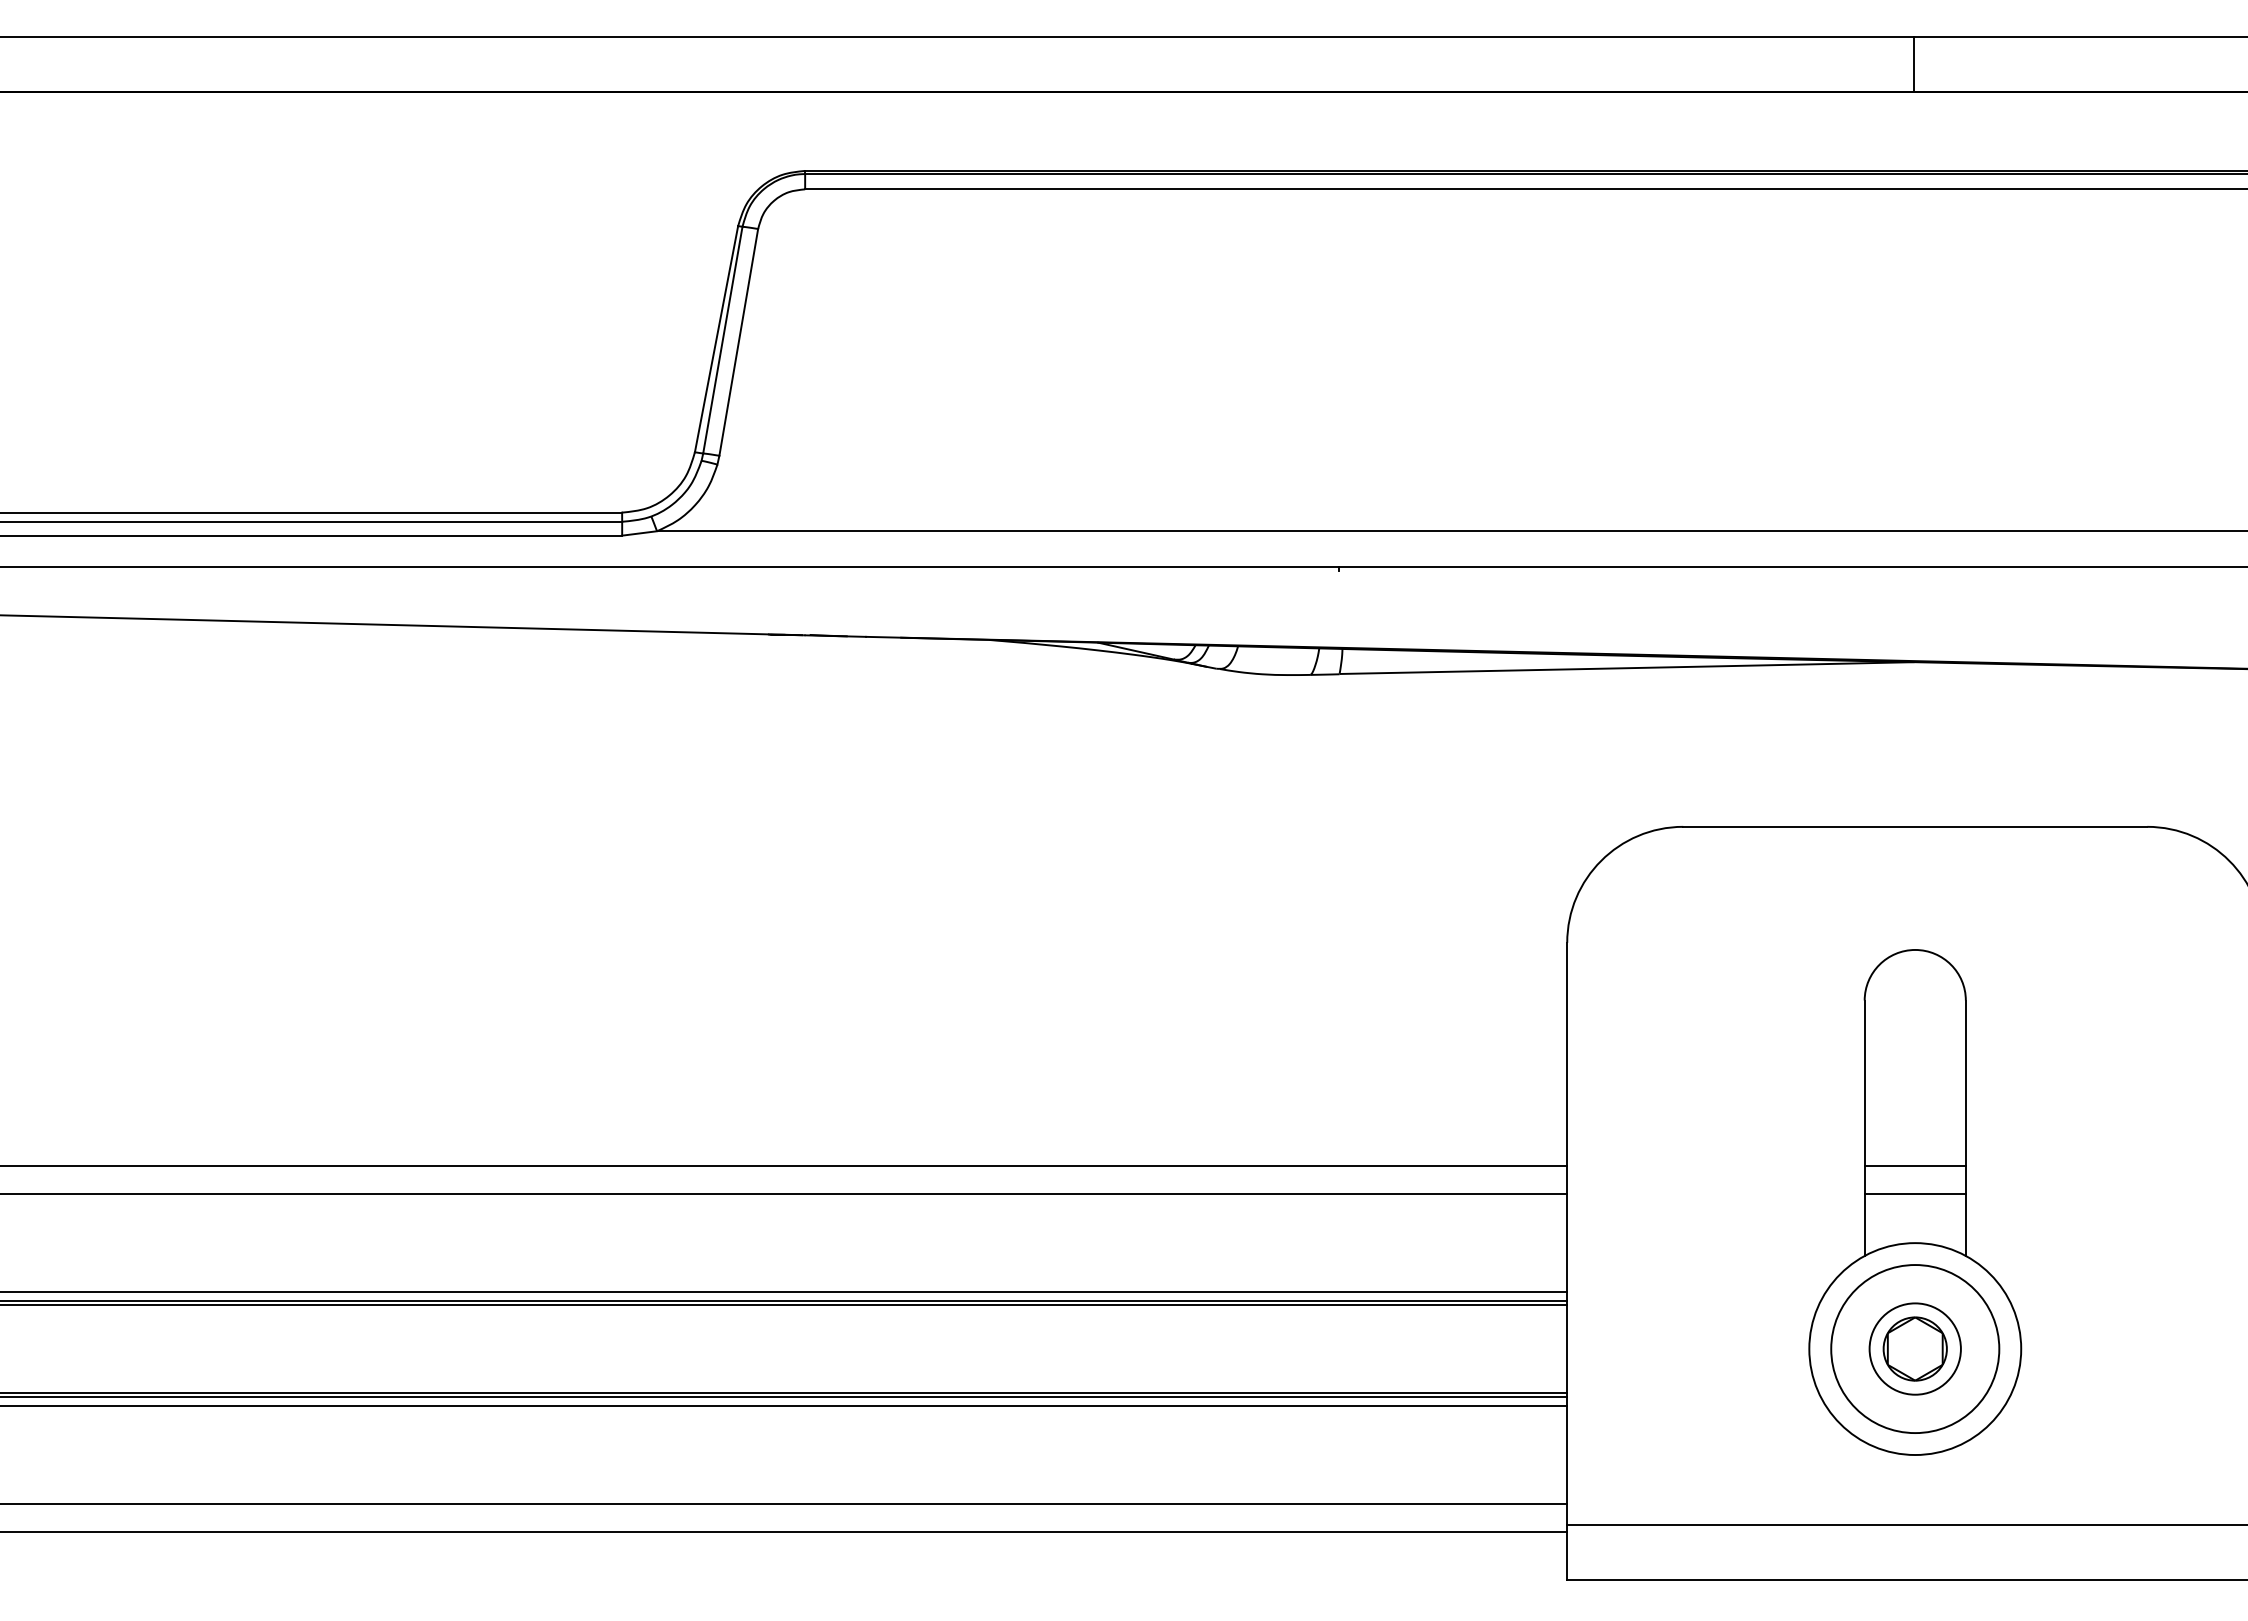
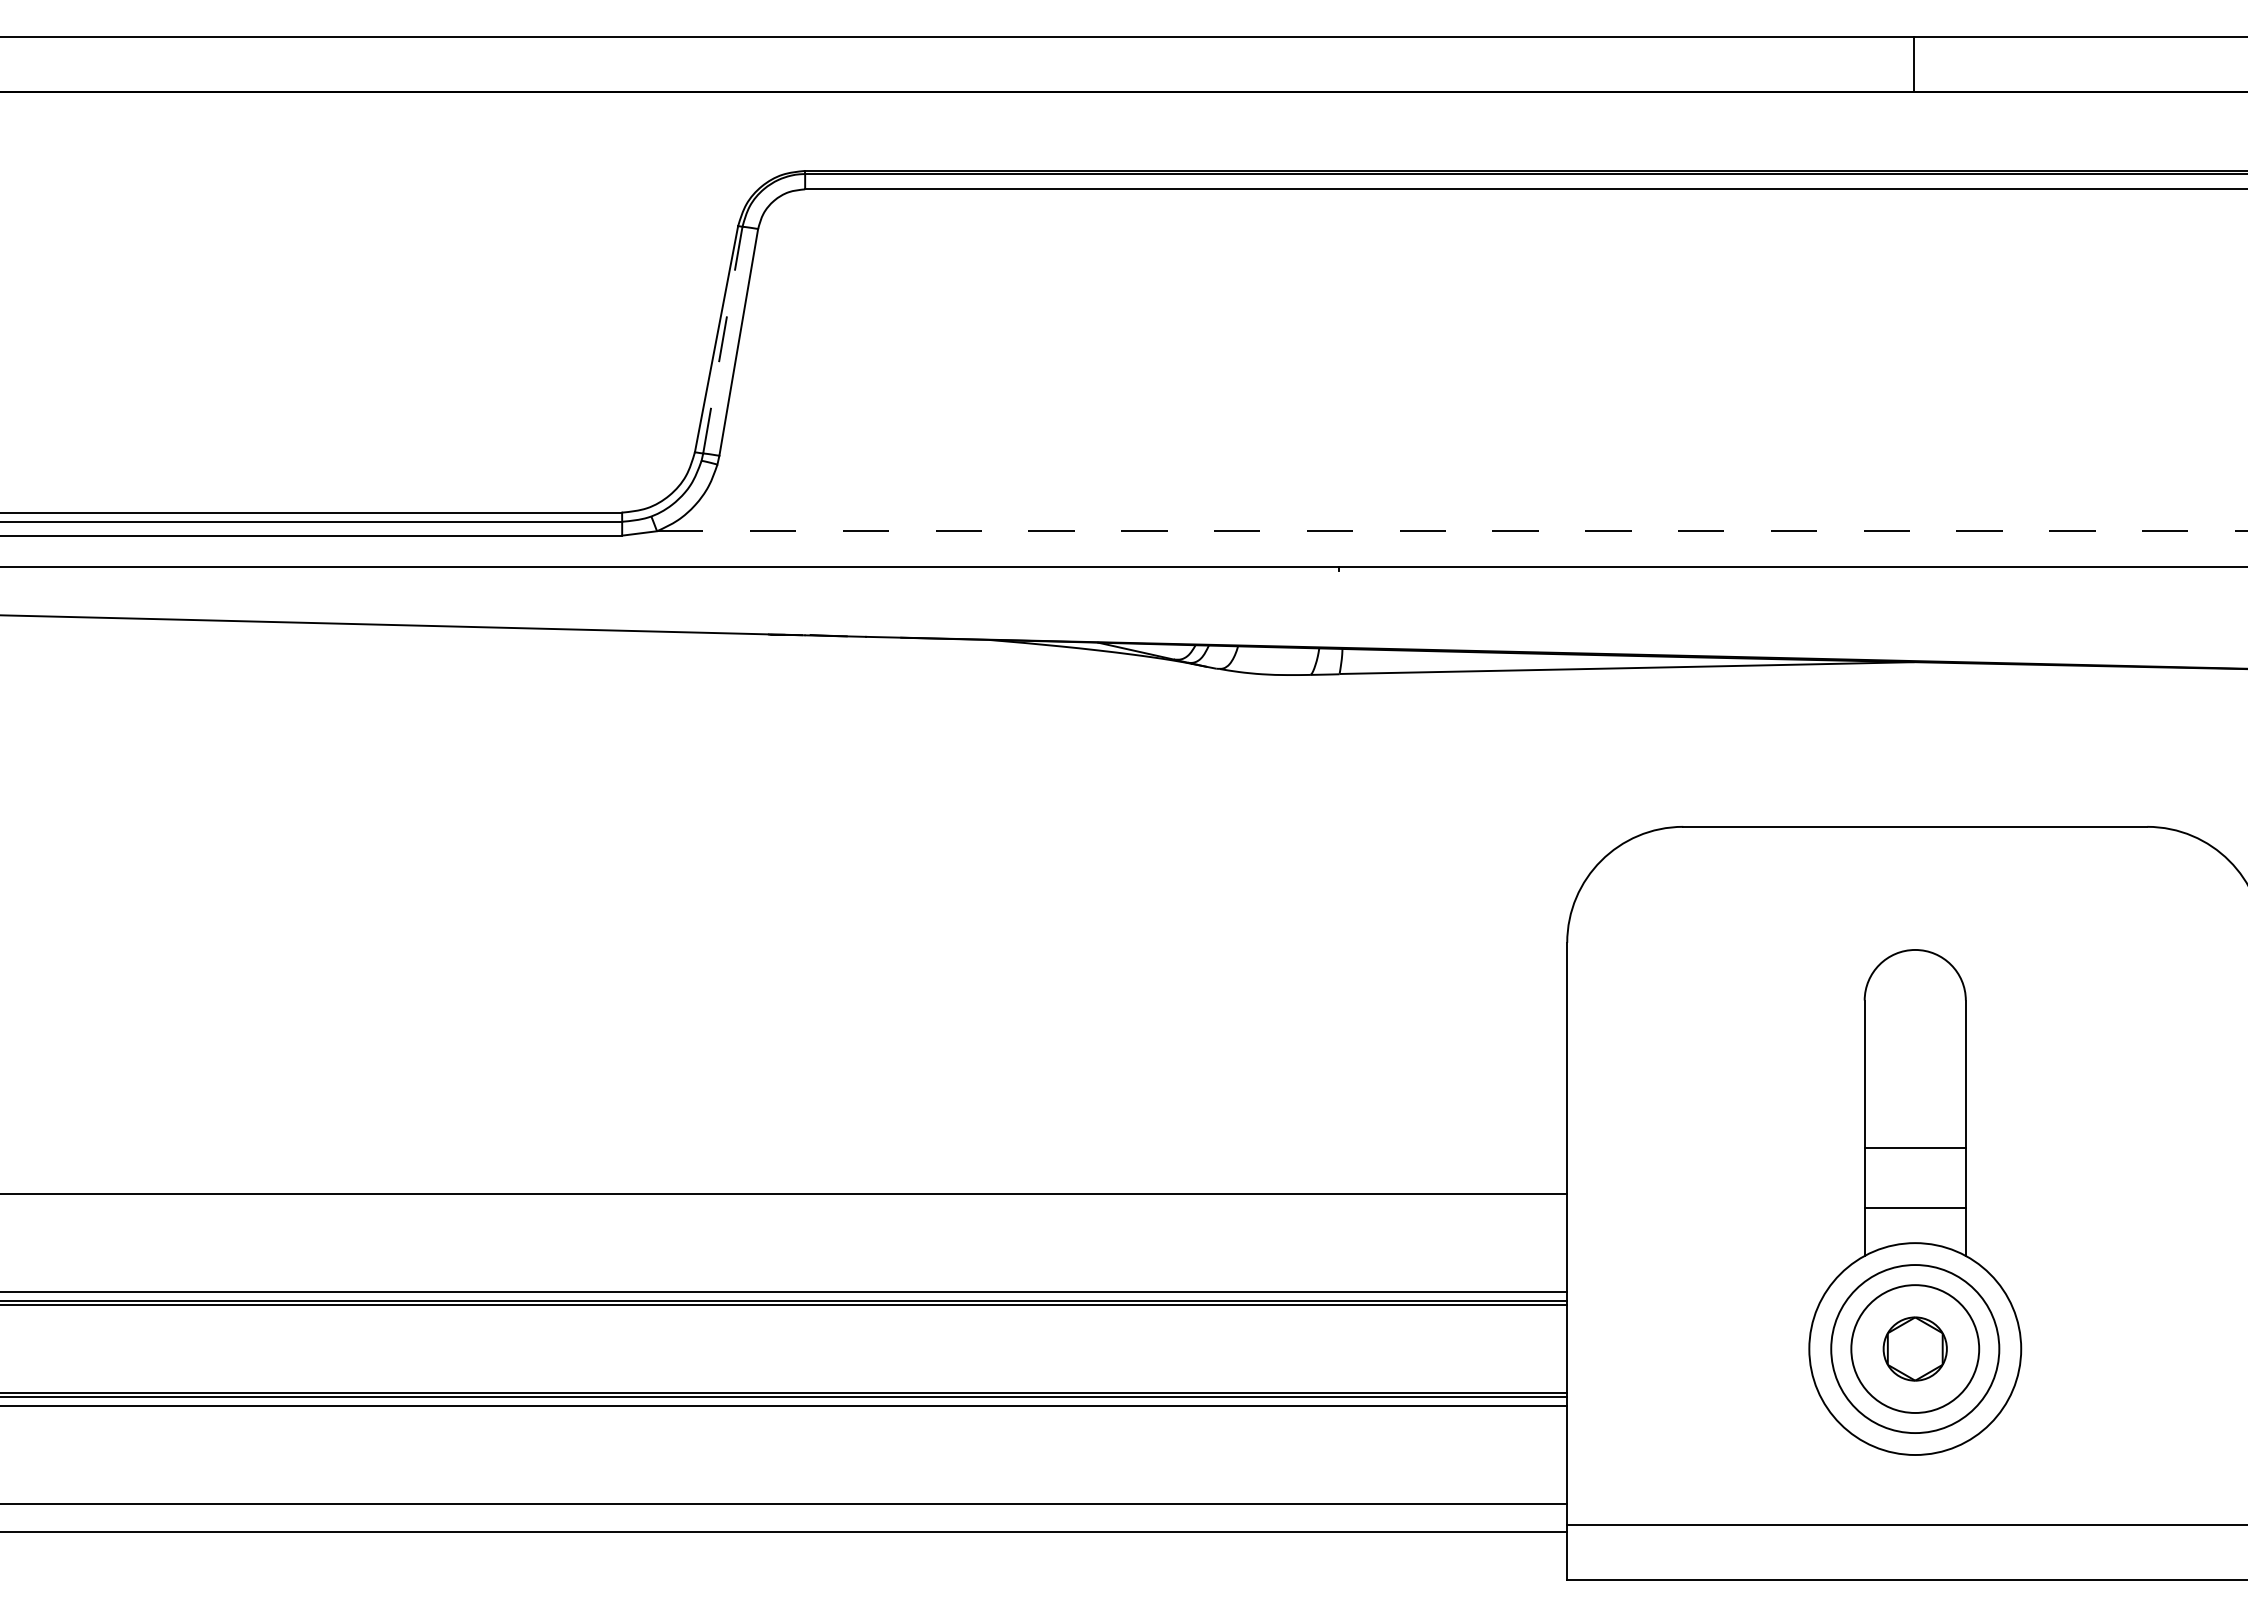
line at (722, 339): solid -> dashed
line at (1452, 531): solid -> dashed
line at (784, 1166): present -> none
line at (1914, 1166) position: (1914, 1166) -> (1914, 1148)
line at (1914, 1193) position: (1914, 1193) -> (1914, 1207)
circle at (1914, 1348) diameter: 91 px -> 128 px
